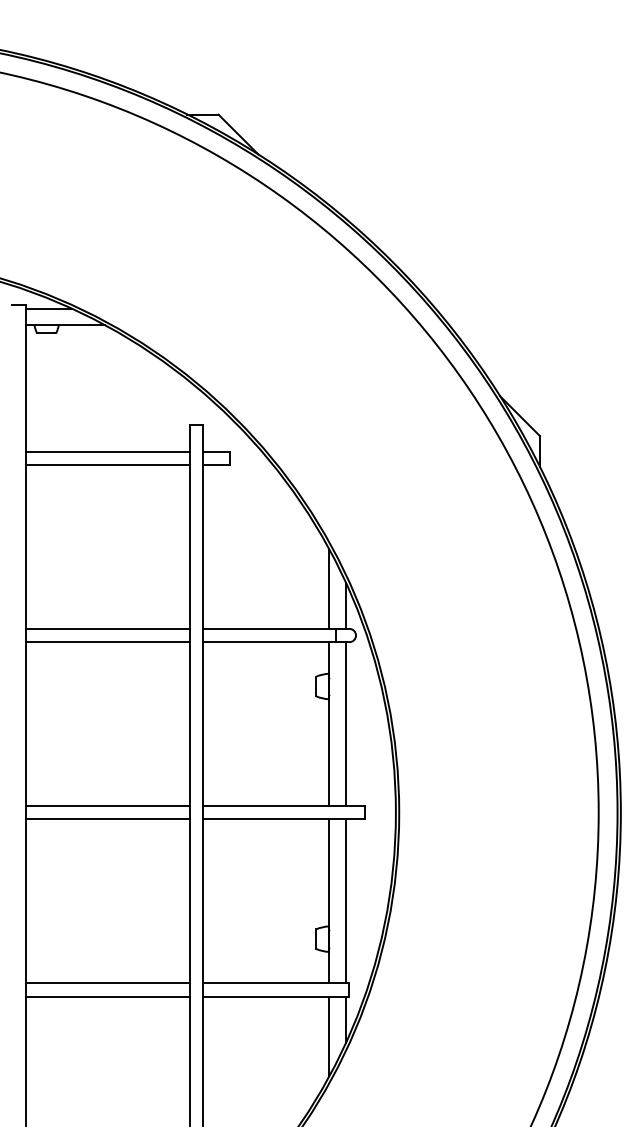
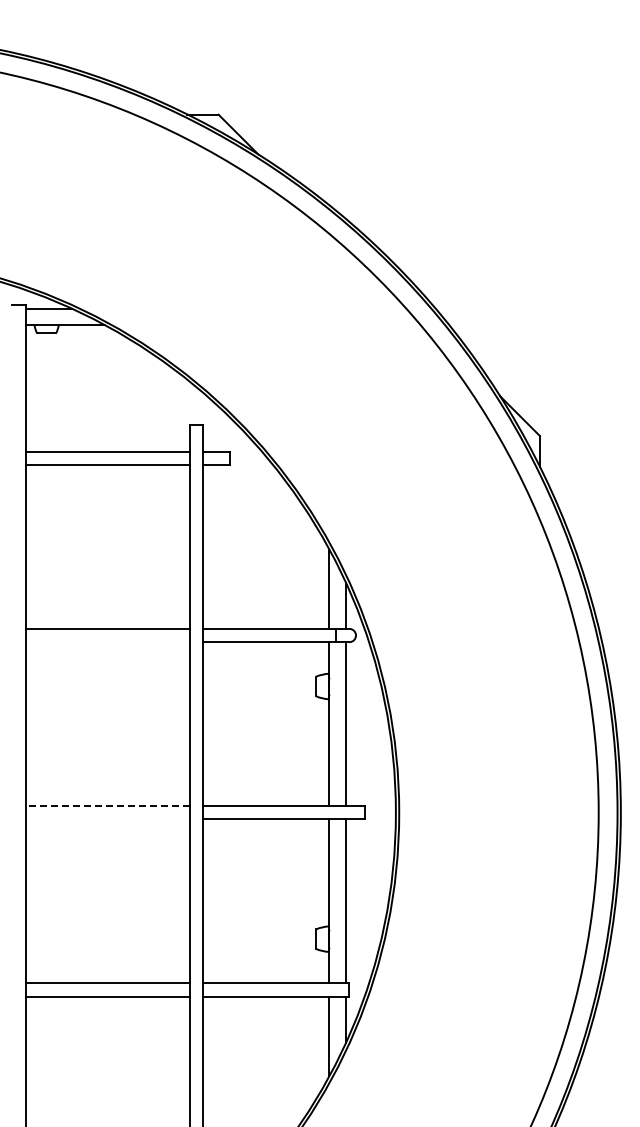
line at (107, 642): present -> none
line at (107, 806): solid -> dashed
line at (107, 819): present -> none
